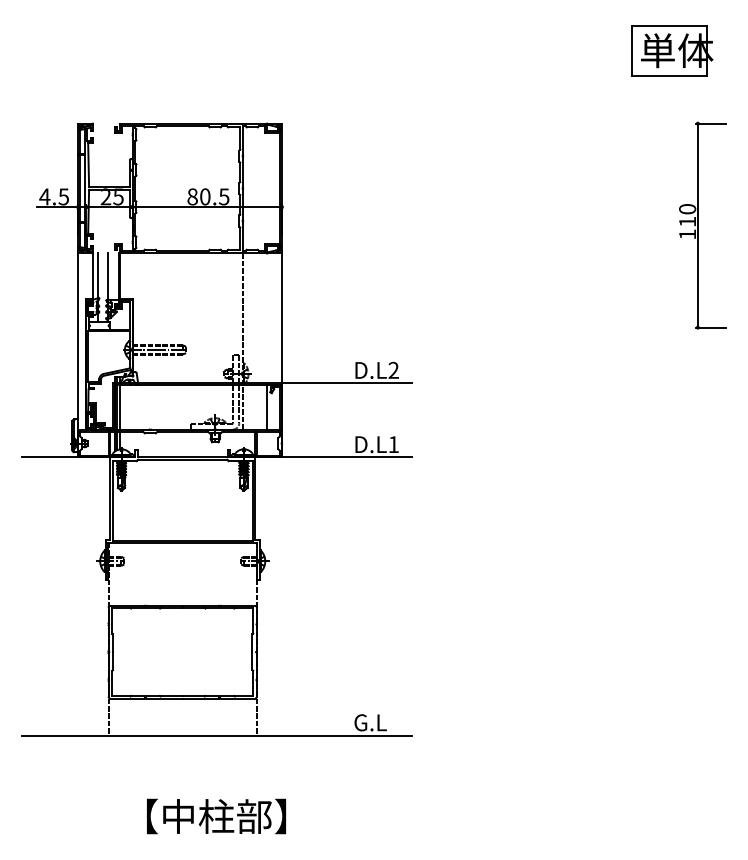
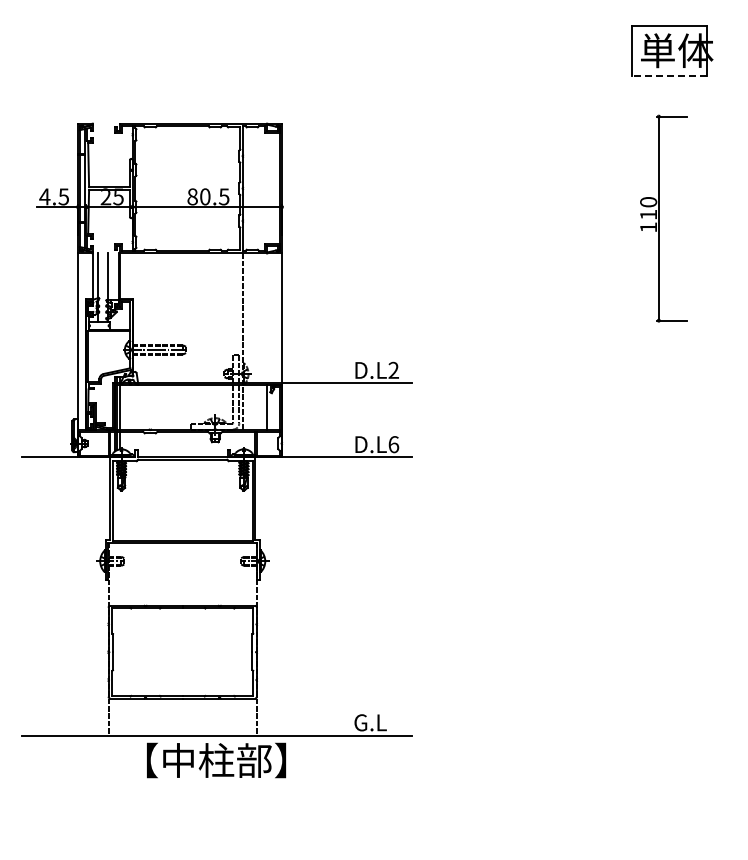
line at (669, 76): solid -> dashed
part at (702, 225) position: (702, 225) -> (663, 218)
text at (393, 444): D.L1 -> D.L6
text at (216, 816) position: (216, 816) -> (216, 760)
